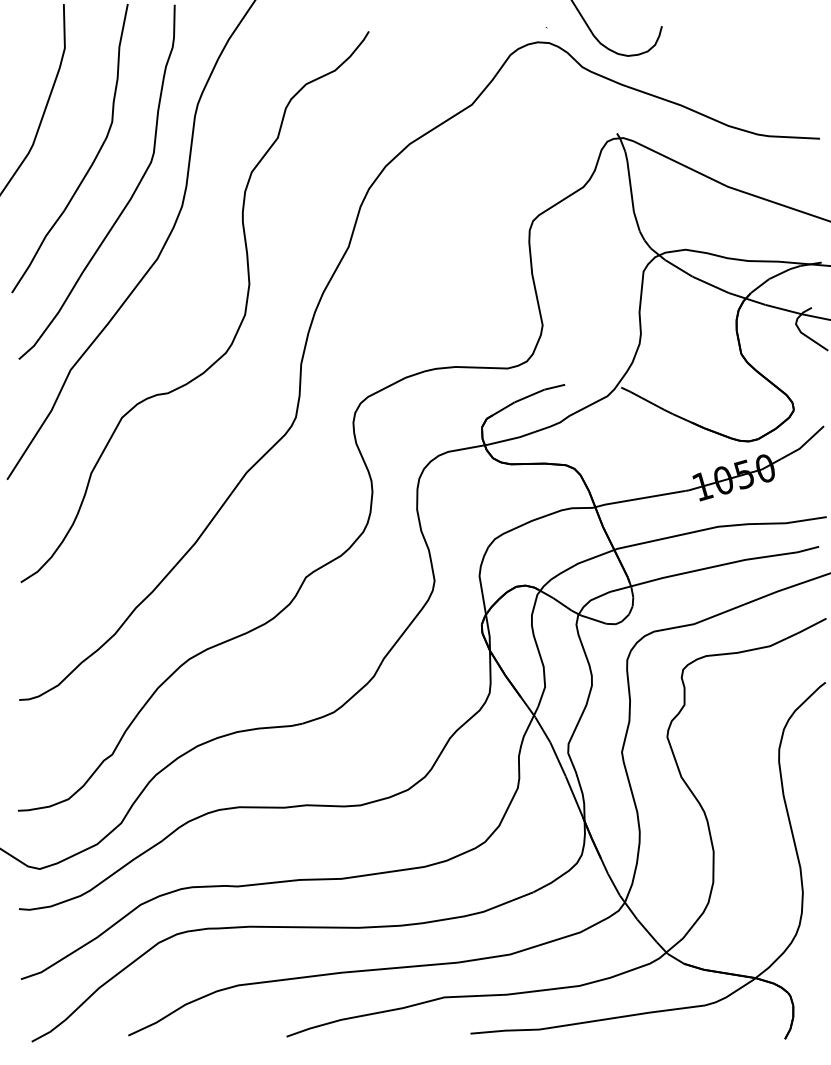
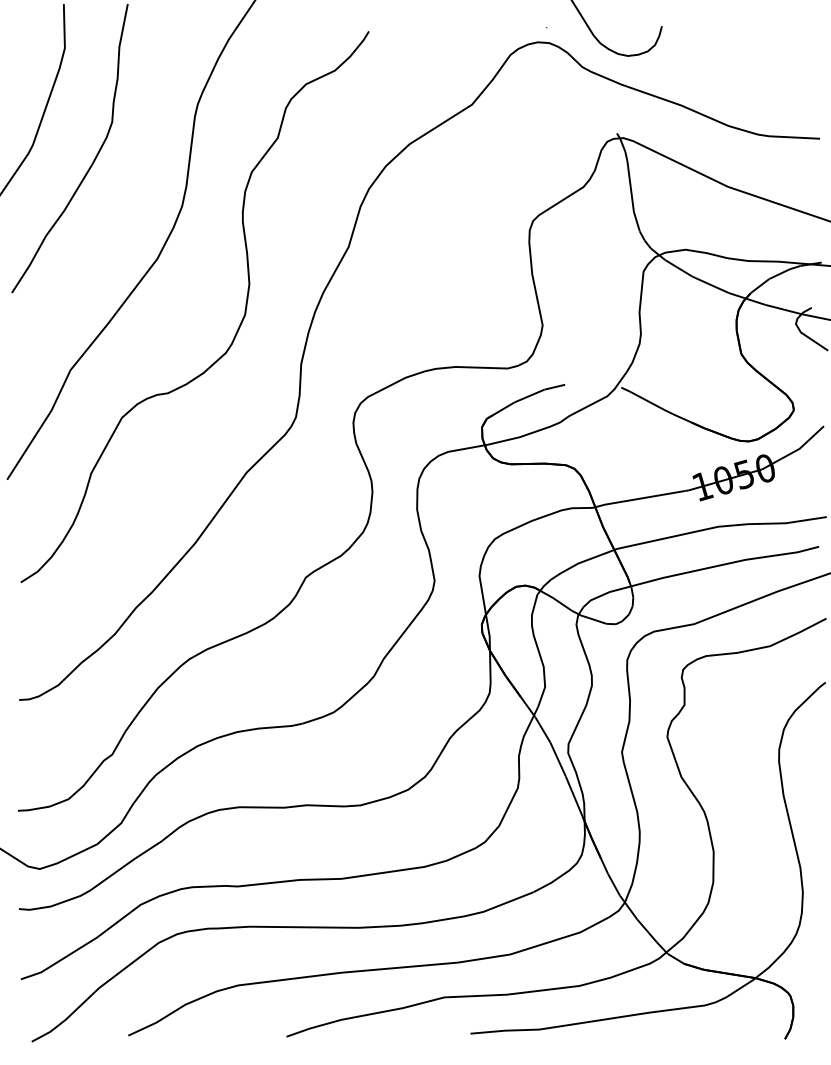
curve at (126, 203): present -> none
